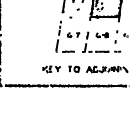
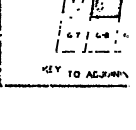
part at (98, 69) position: (98, 69) -> (98, 74)
